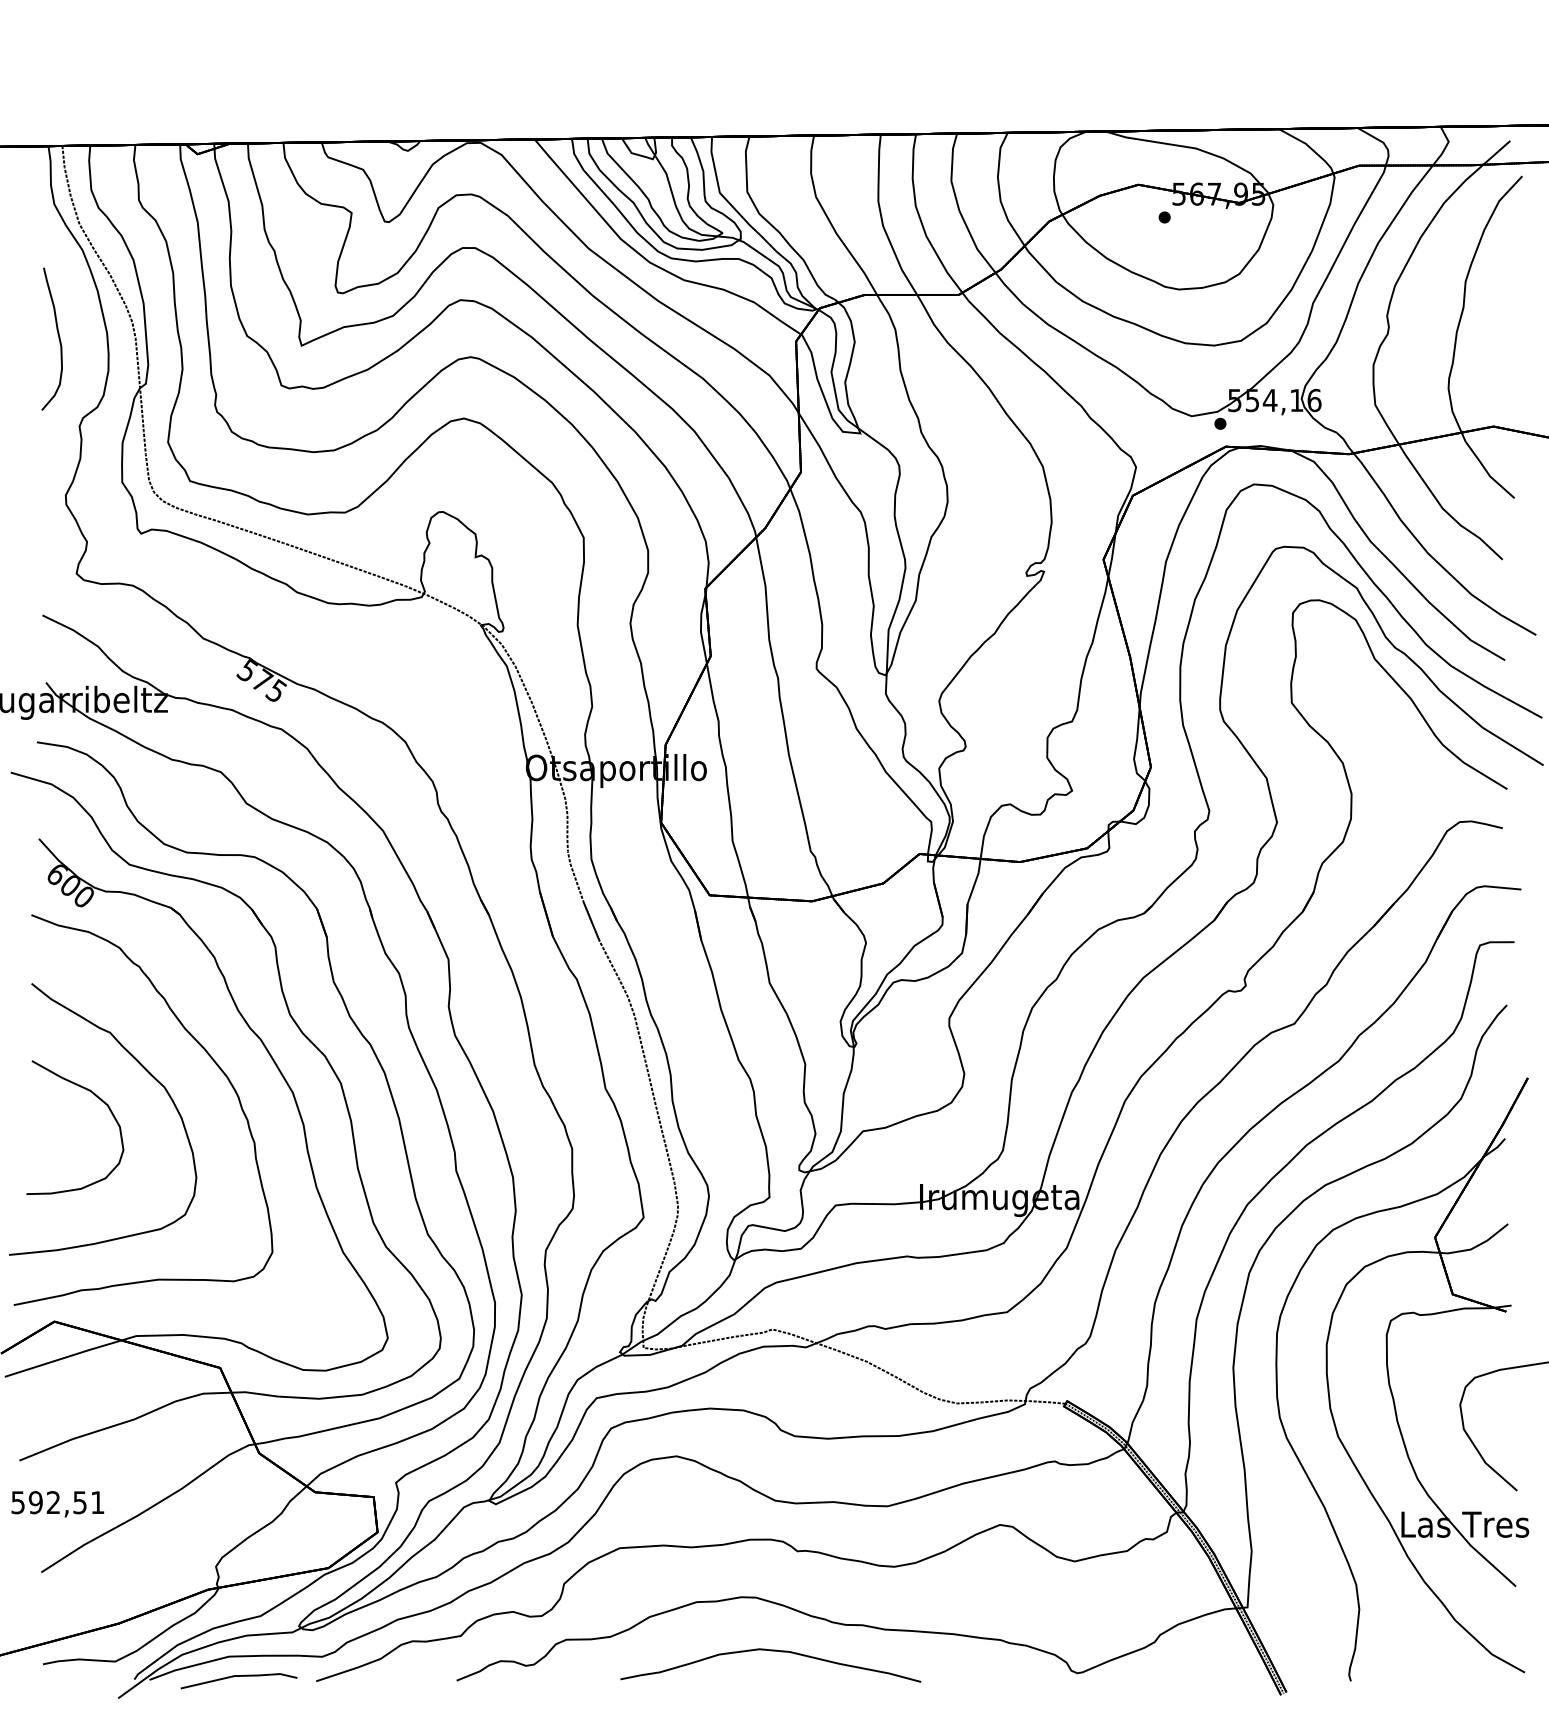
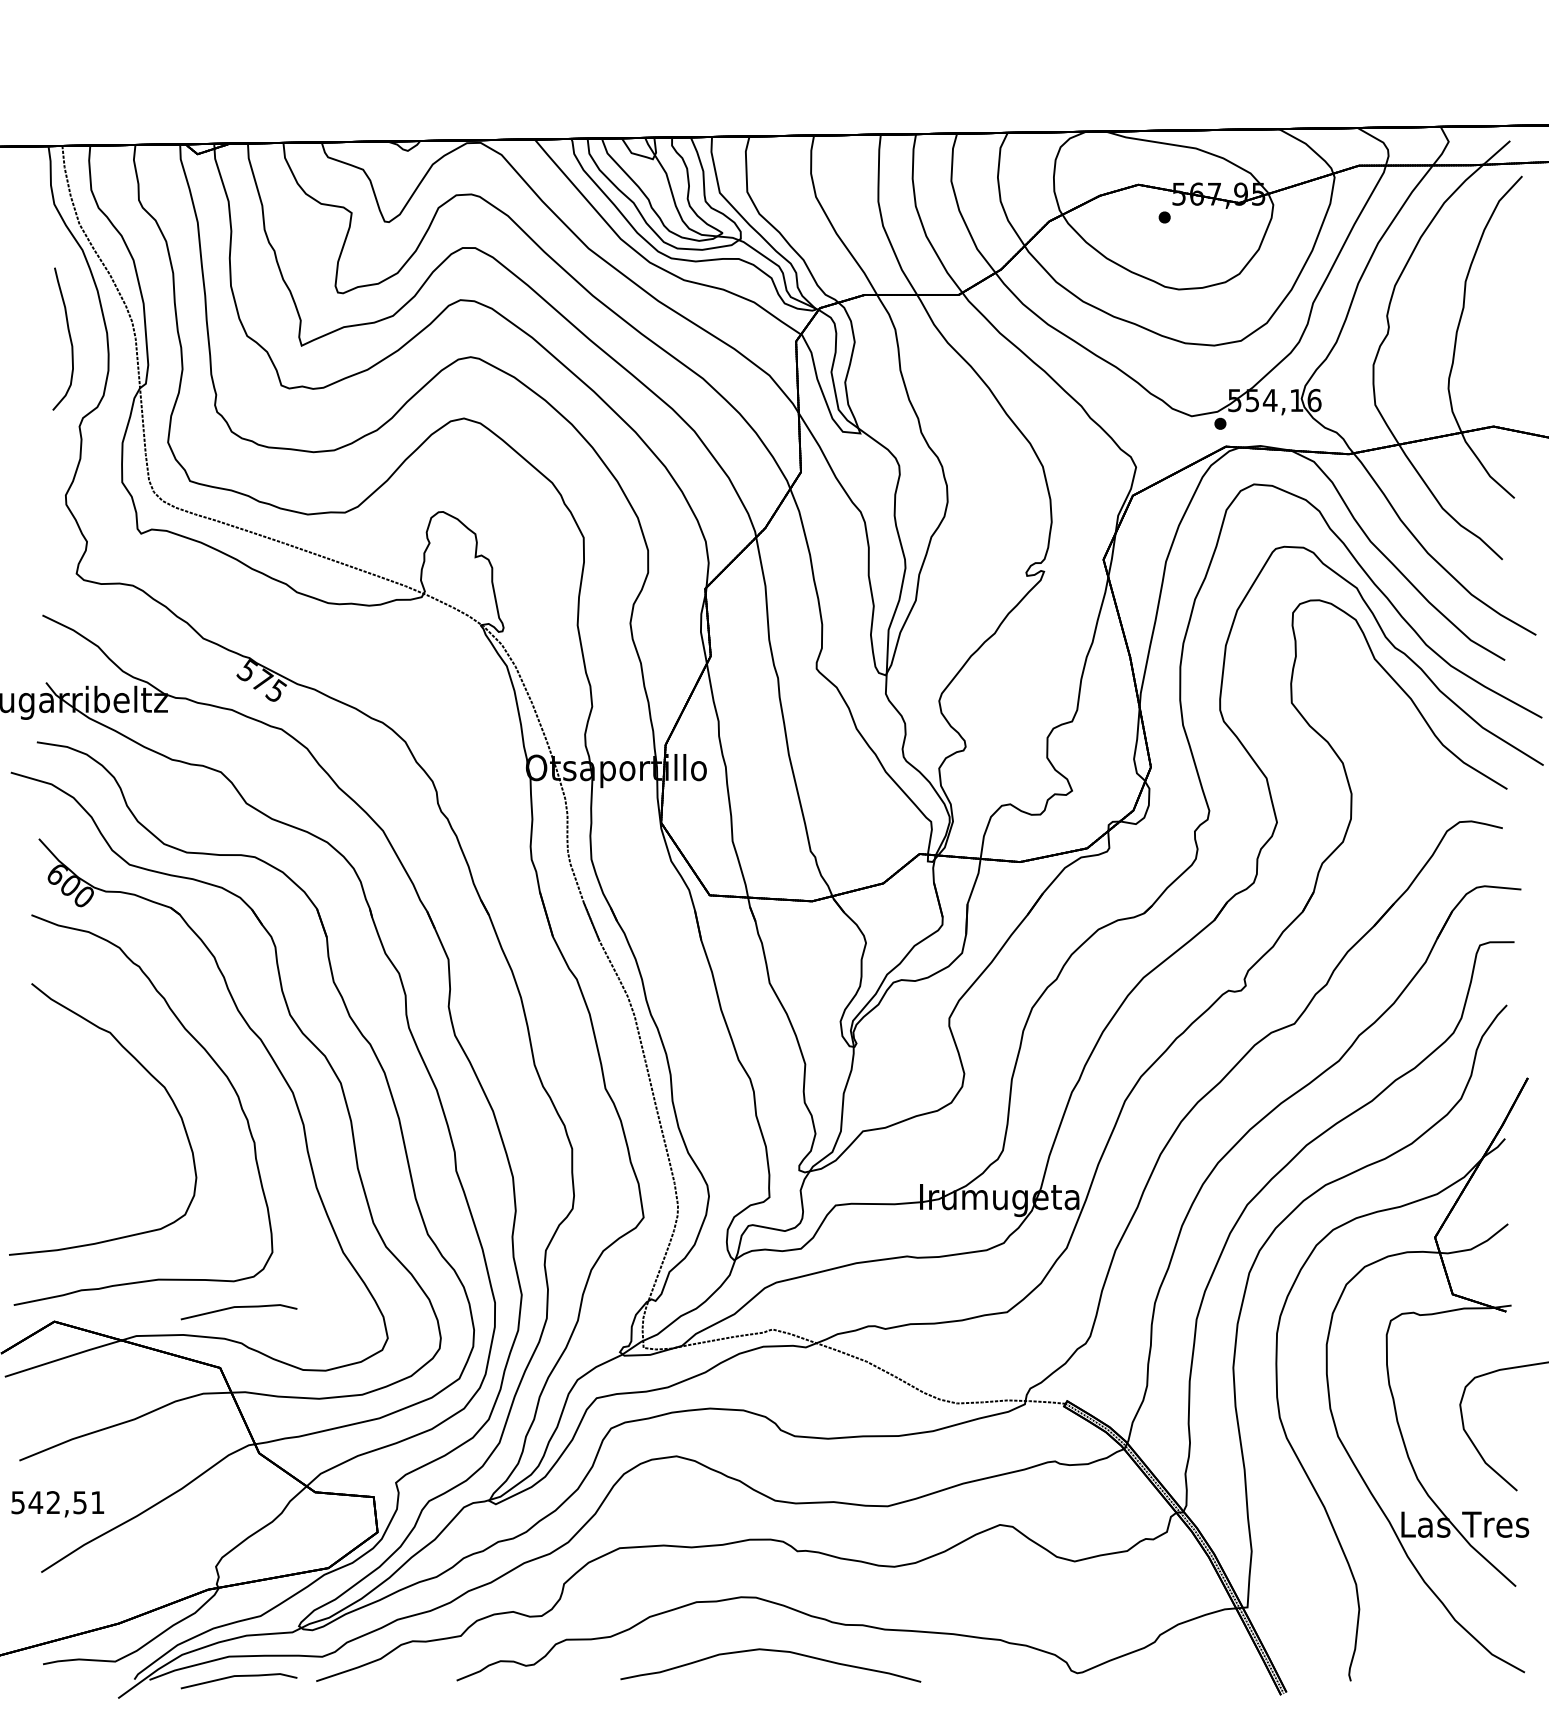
curve at (58, 338) position: (58, 338) -> (69, 338)
curve at (96, 1097): present -> none
line at (238, 1307): none -> present
text at (35, 1502): 592,51 -> 542,51
